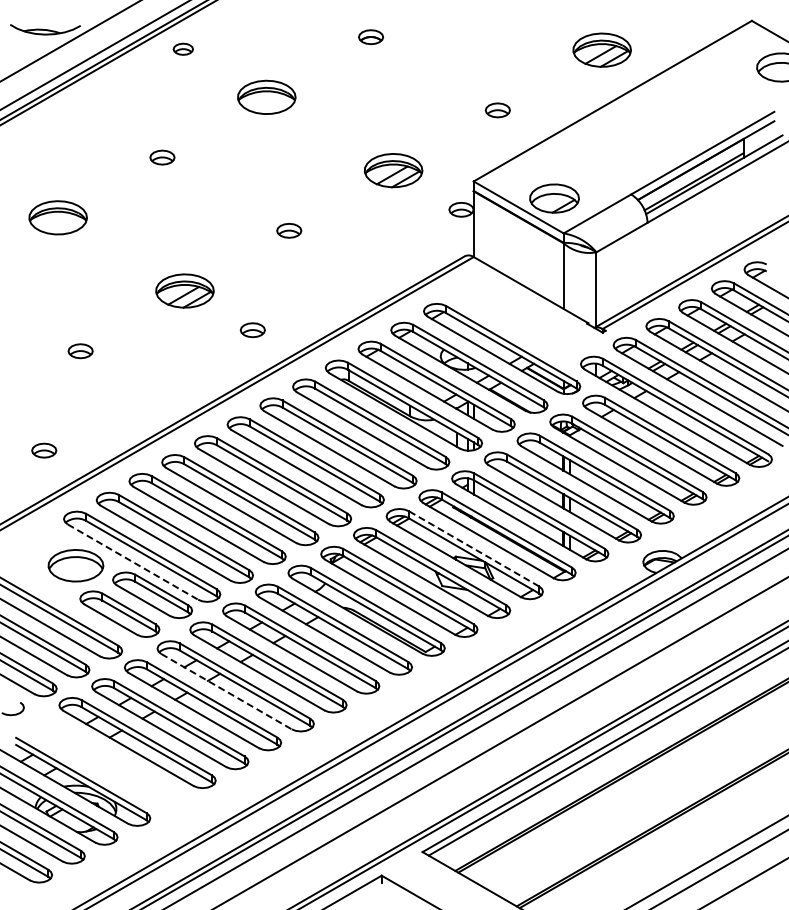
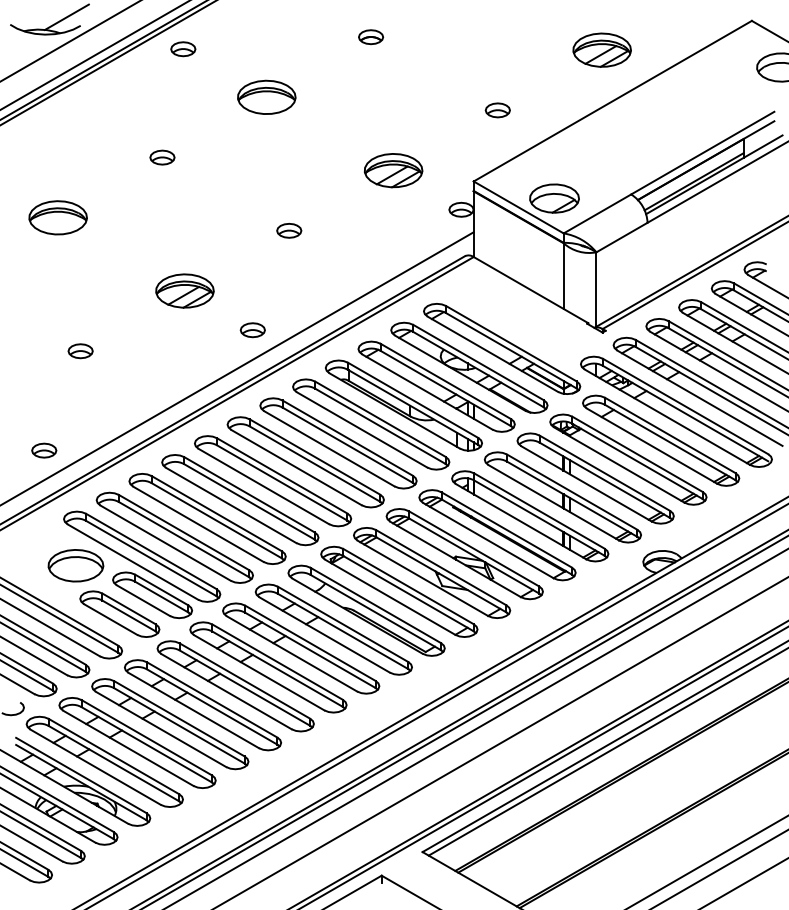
line at (66, 16): none -> present
part at (182, 48) size: 22x14 px -> 27x17 px
line at (237, 368): none -> present
line at (473, 548): dashed -> solid
line at (133, 562): dashed -> solid
line at (226, 691): dashed -> solid
part at (104, 761): none -> present
